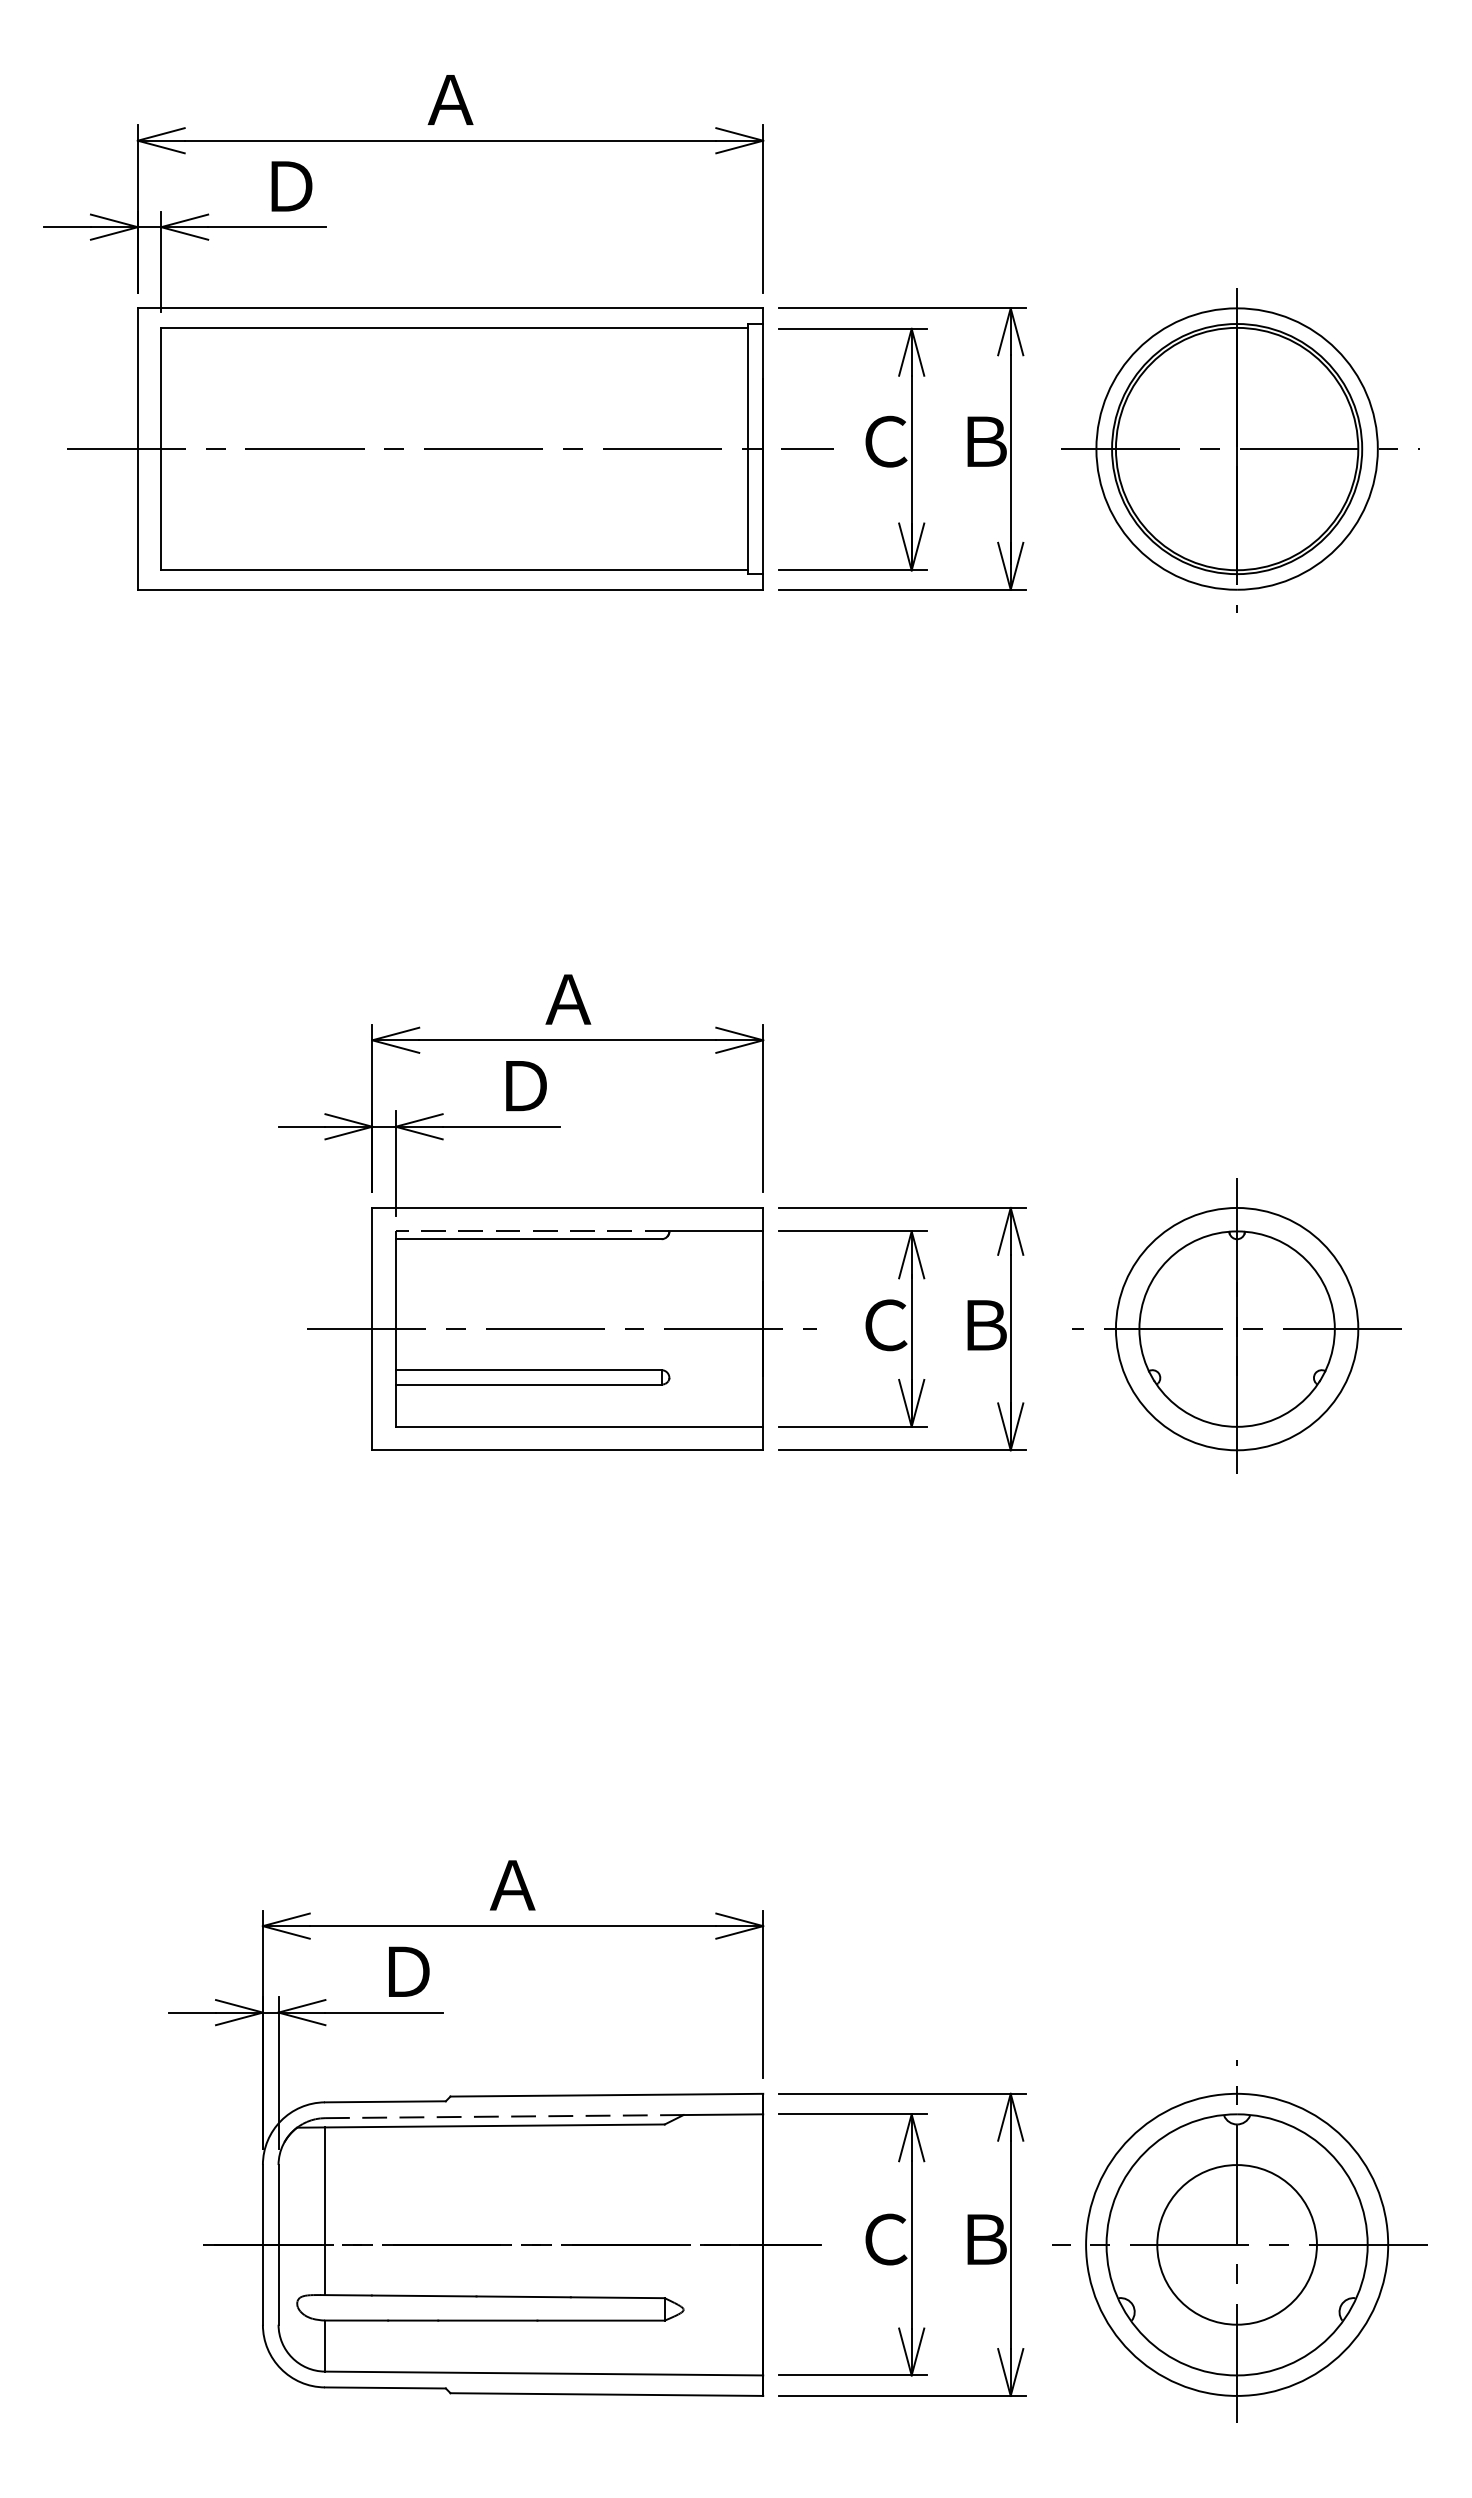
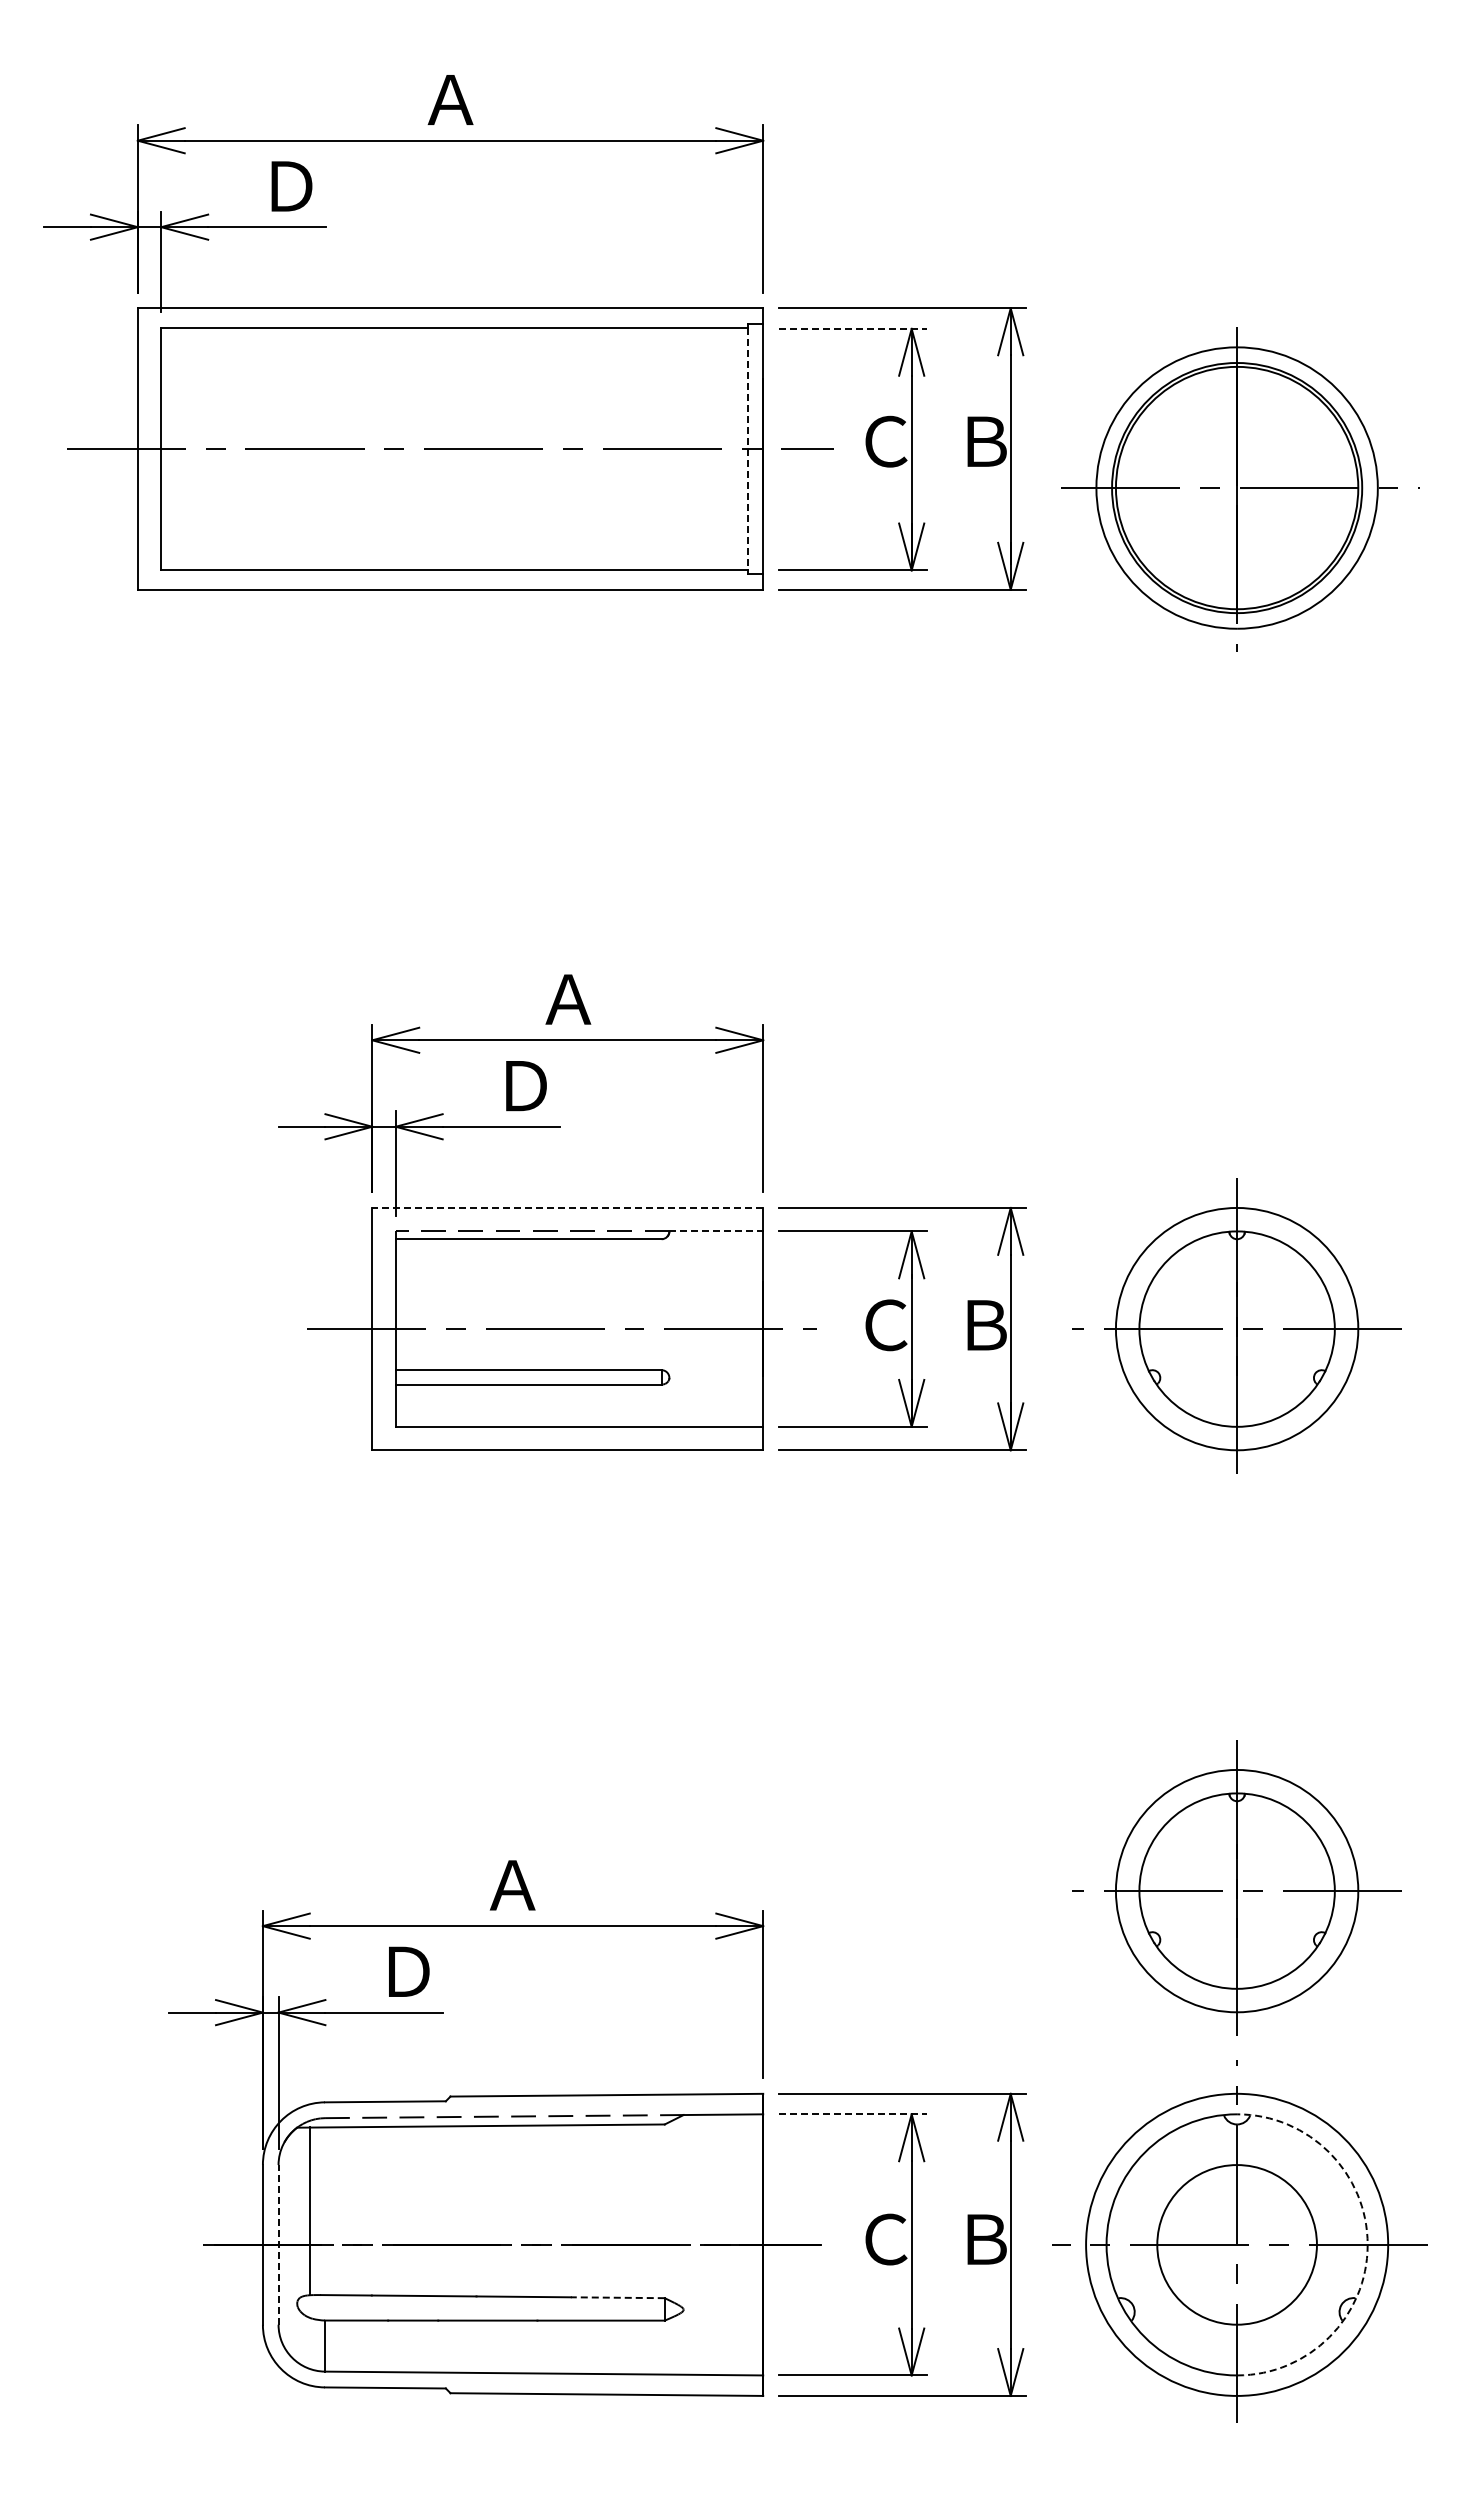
line at (853, 328): solid -> dashed
line at (747, 449): solid -> dashed
part at (1240, 450) position: (1240, 450) -> (1240, 489)
line at (567, 1207): solid -> dashed
line at (716, 1231): solid -> dashed
part at (1236, 1887): none -> present
line at (853, 2114): solid -> dashed
line at (325, 2211) position: (325, 2211) -> (310, 2211)
line at (278, 2244): solid -> dashed
arc at (1367, 2244): solid -> dashed
line at (617, 2297): solid -> dashed
